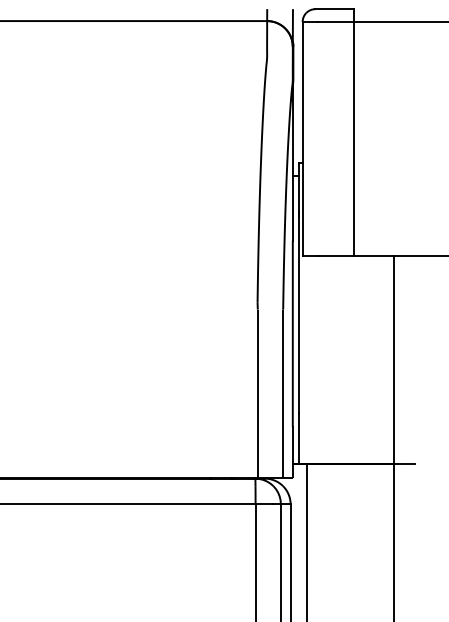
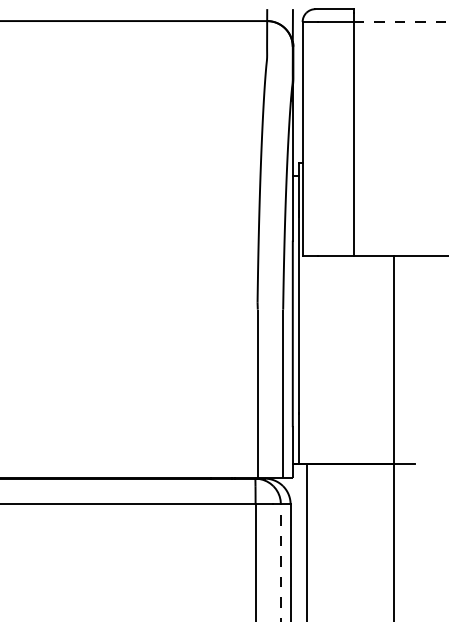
line at (401, 21): solid -> dashed
line at (280, 562): solid -> dashed
